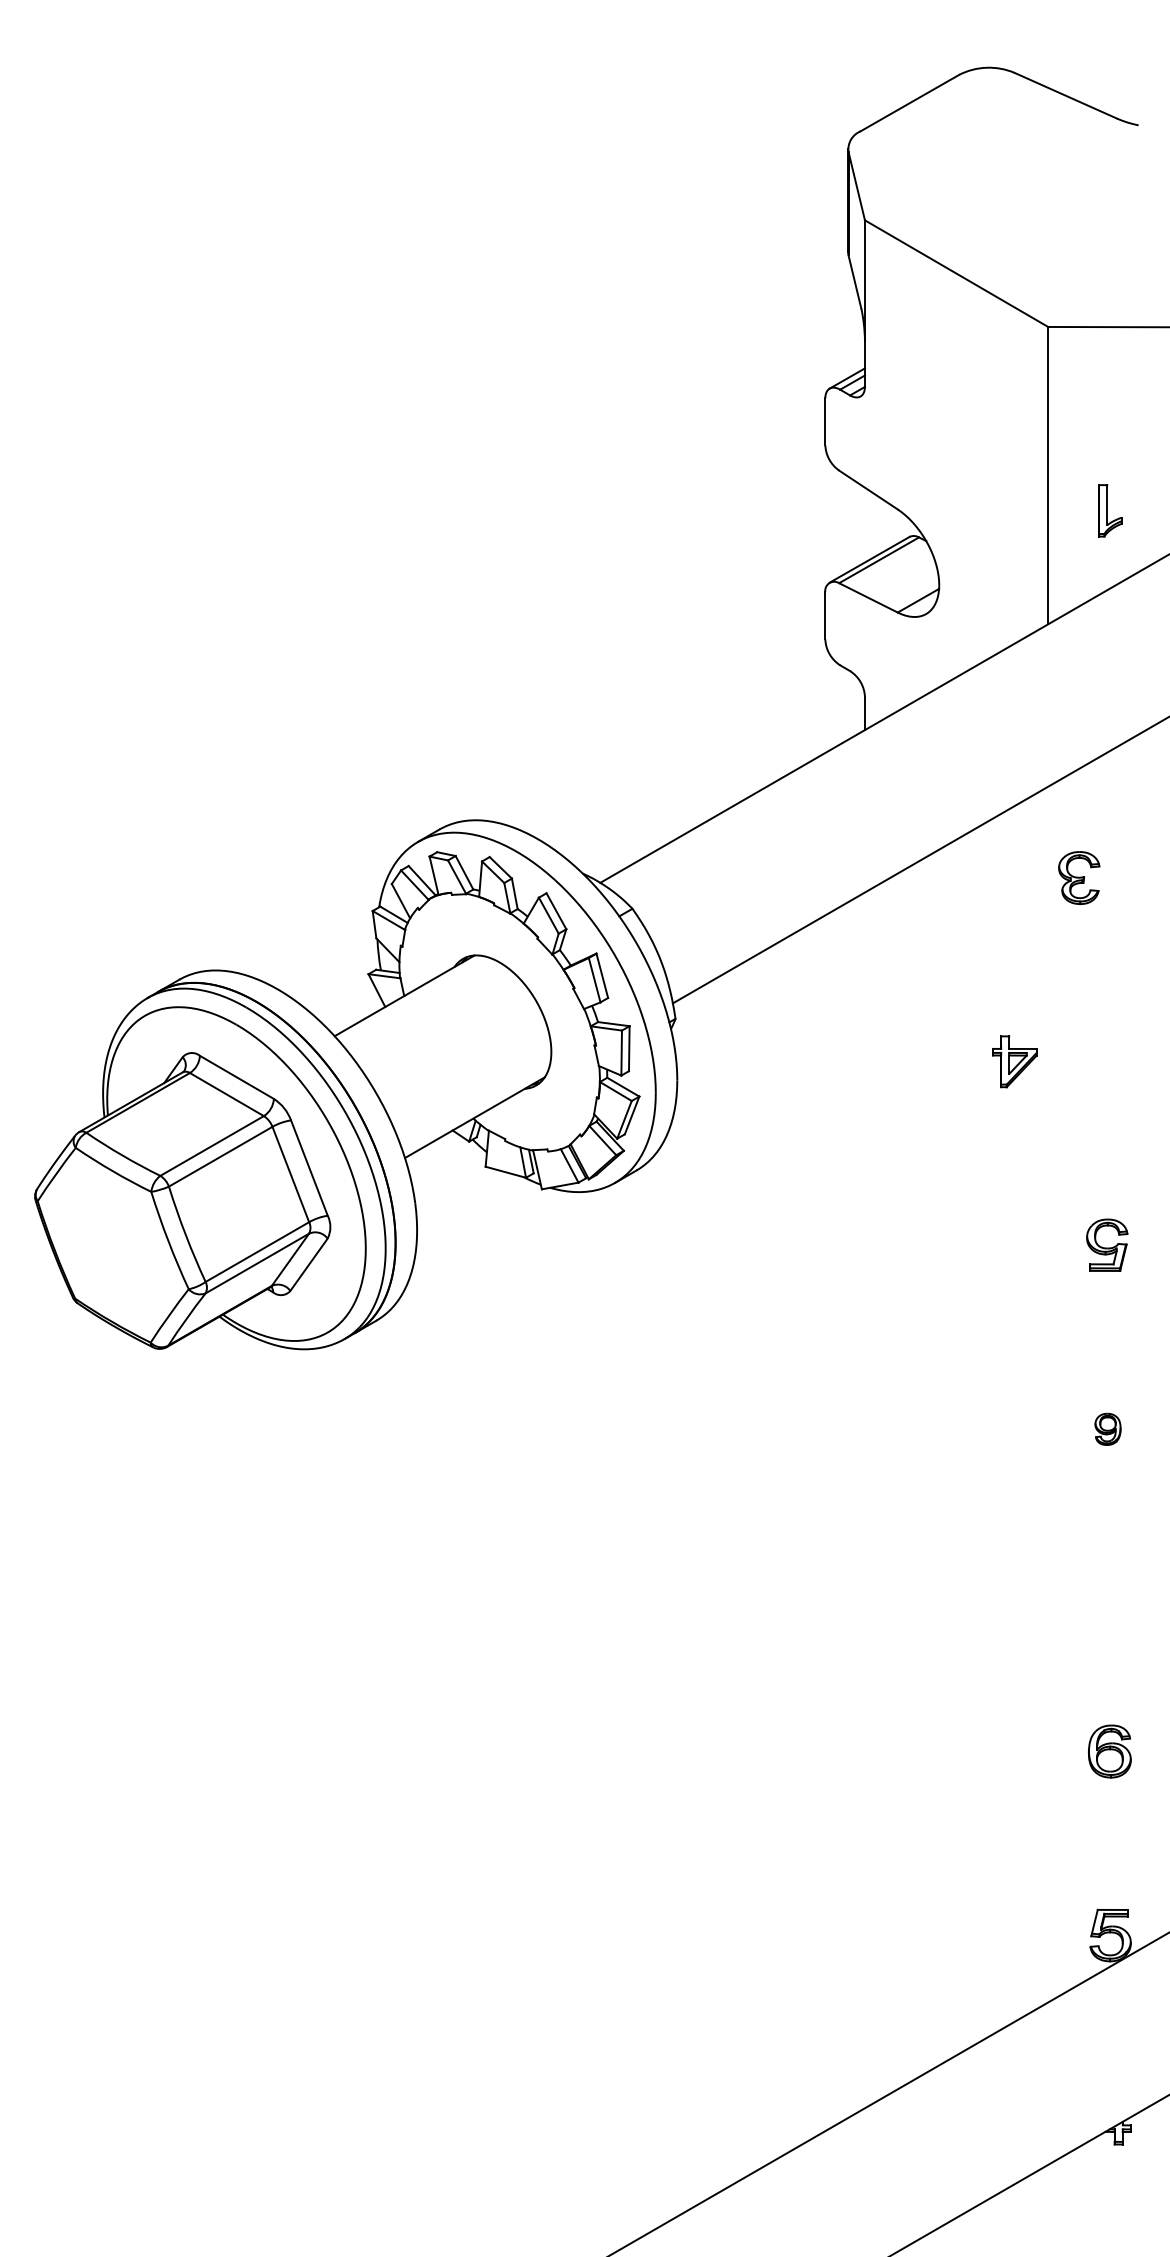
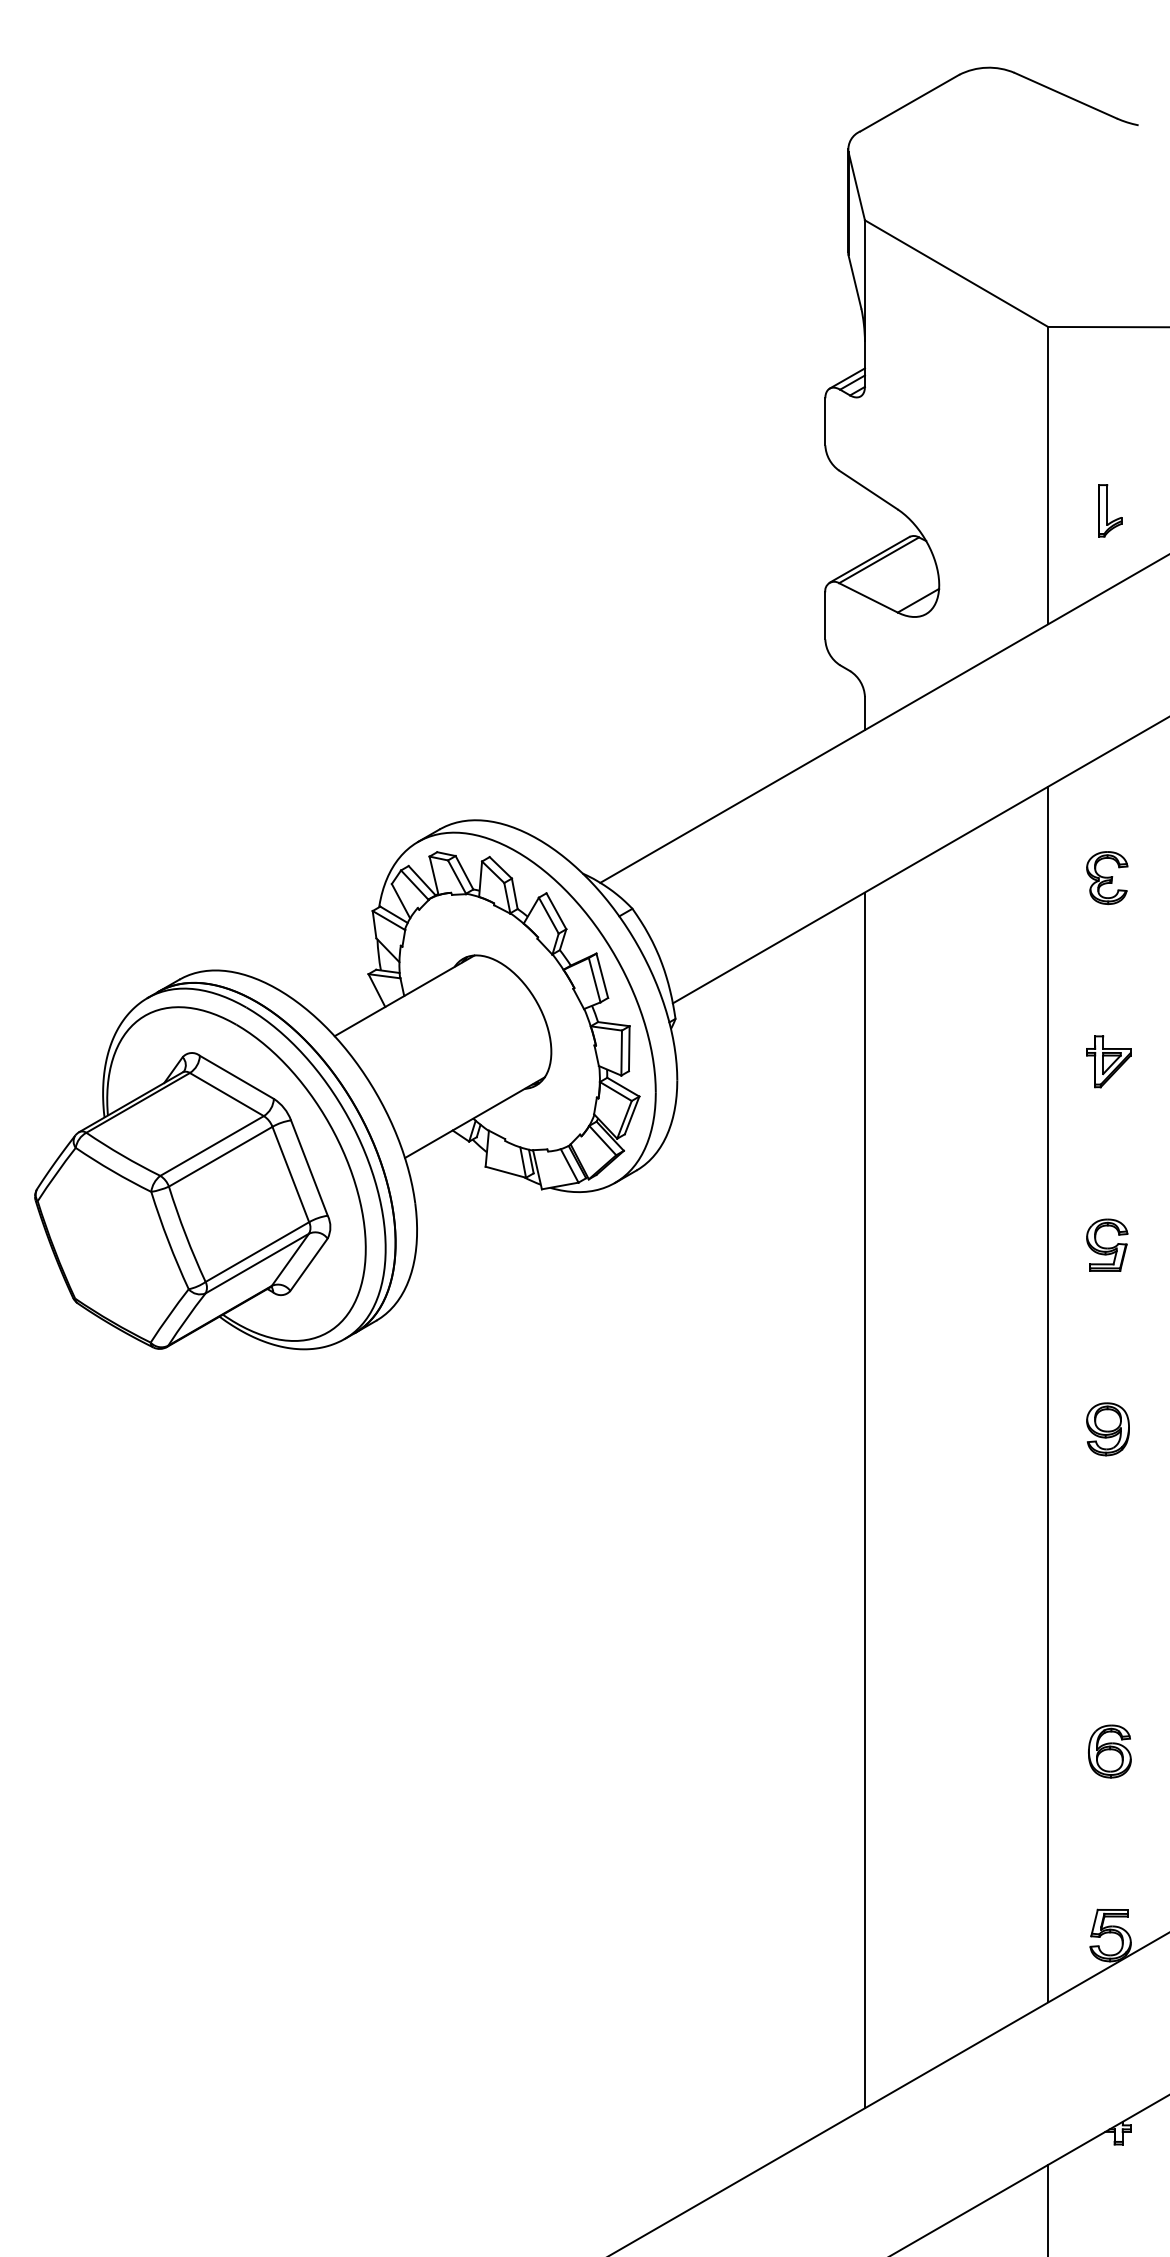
part at (1079, 878) position: (1079, 878) -> (1107, 878)
part at (1014, 1061) position: (1014, 1061) -> (1108, 1061)
line at (1048, 1394): none -> present
part at (1107, 1428) size: 28x34 px -> 44x55 px
line at (864, 1500): none -> present
line at (1048, 2208): none -> present
